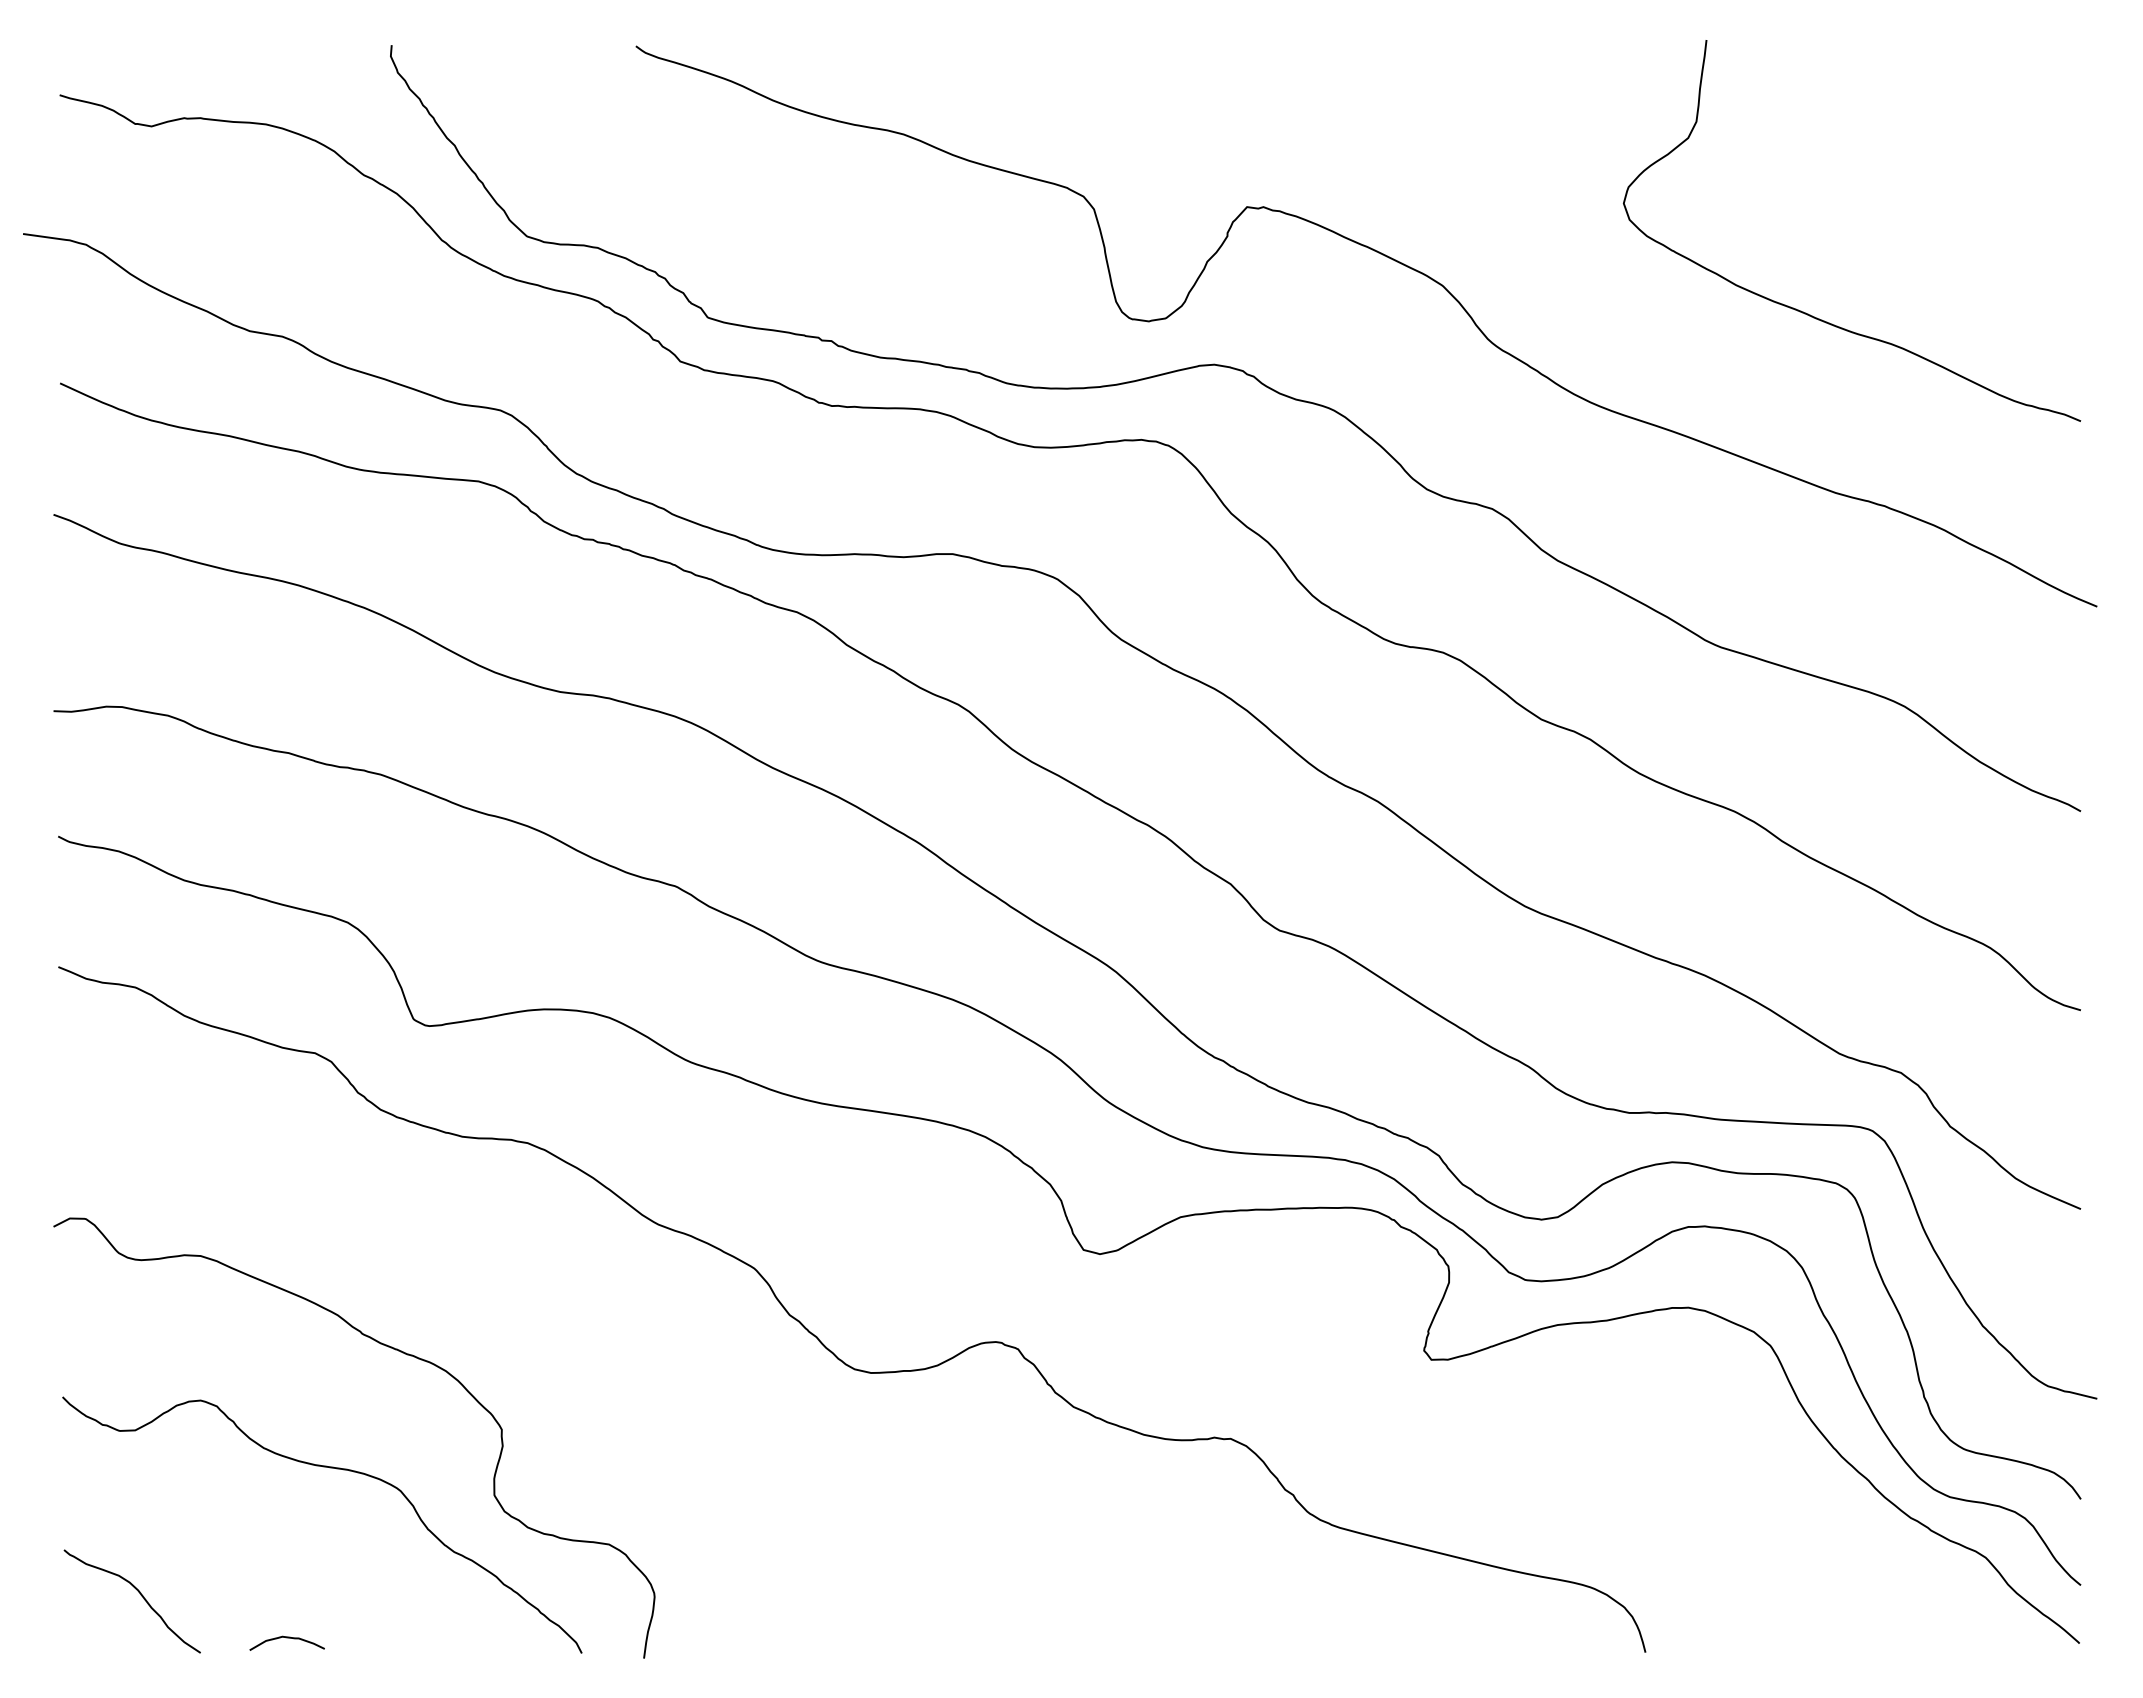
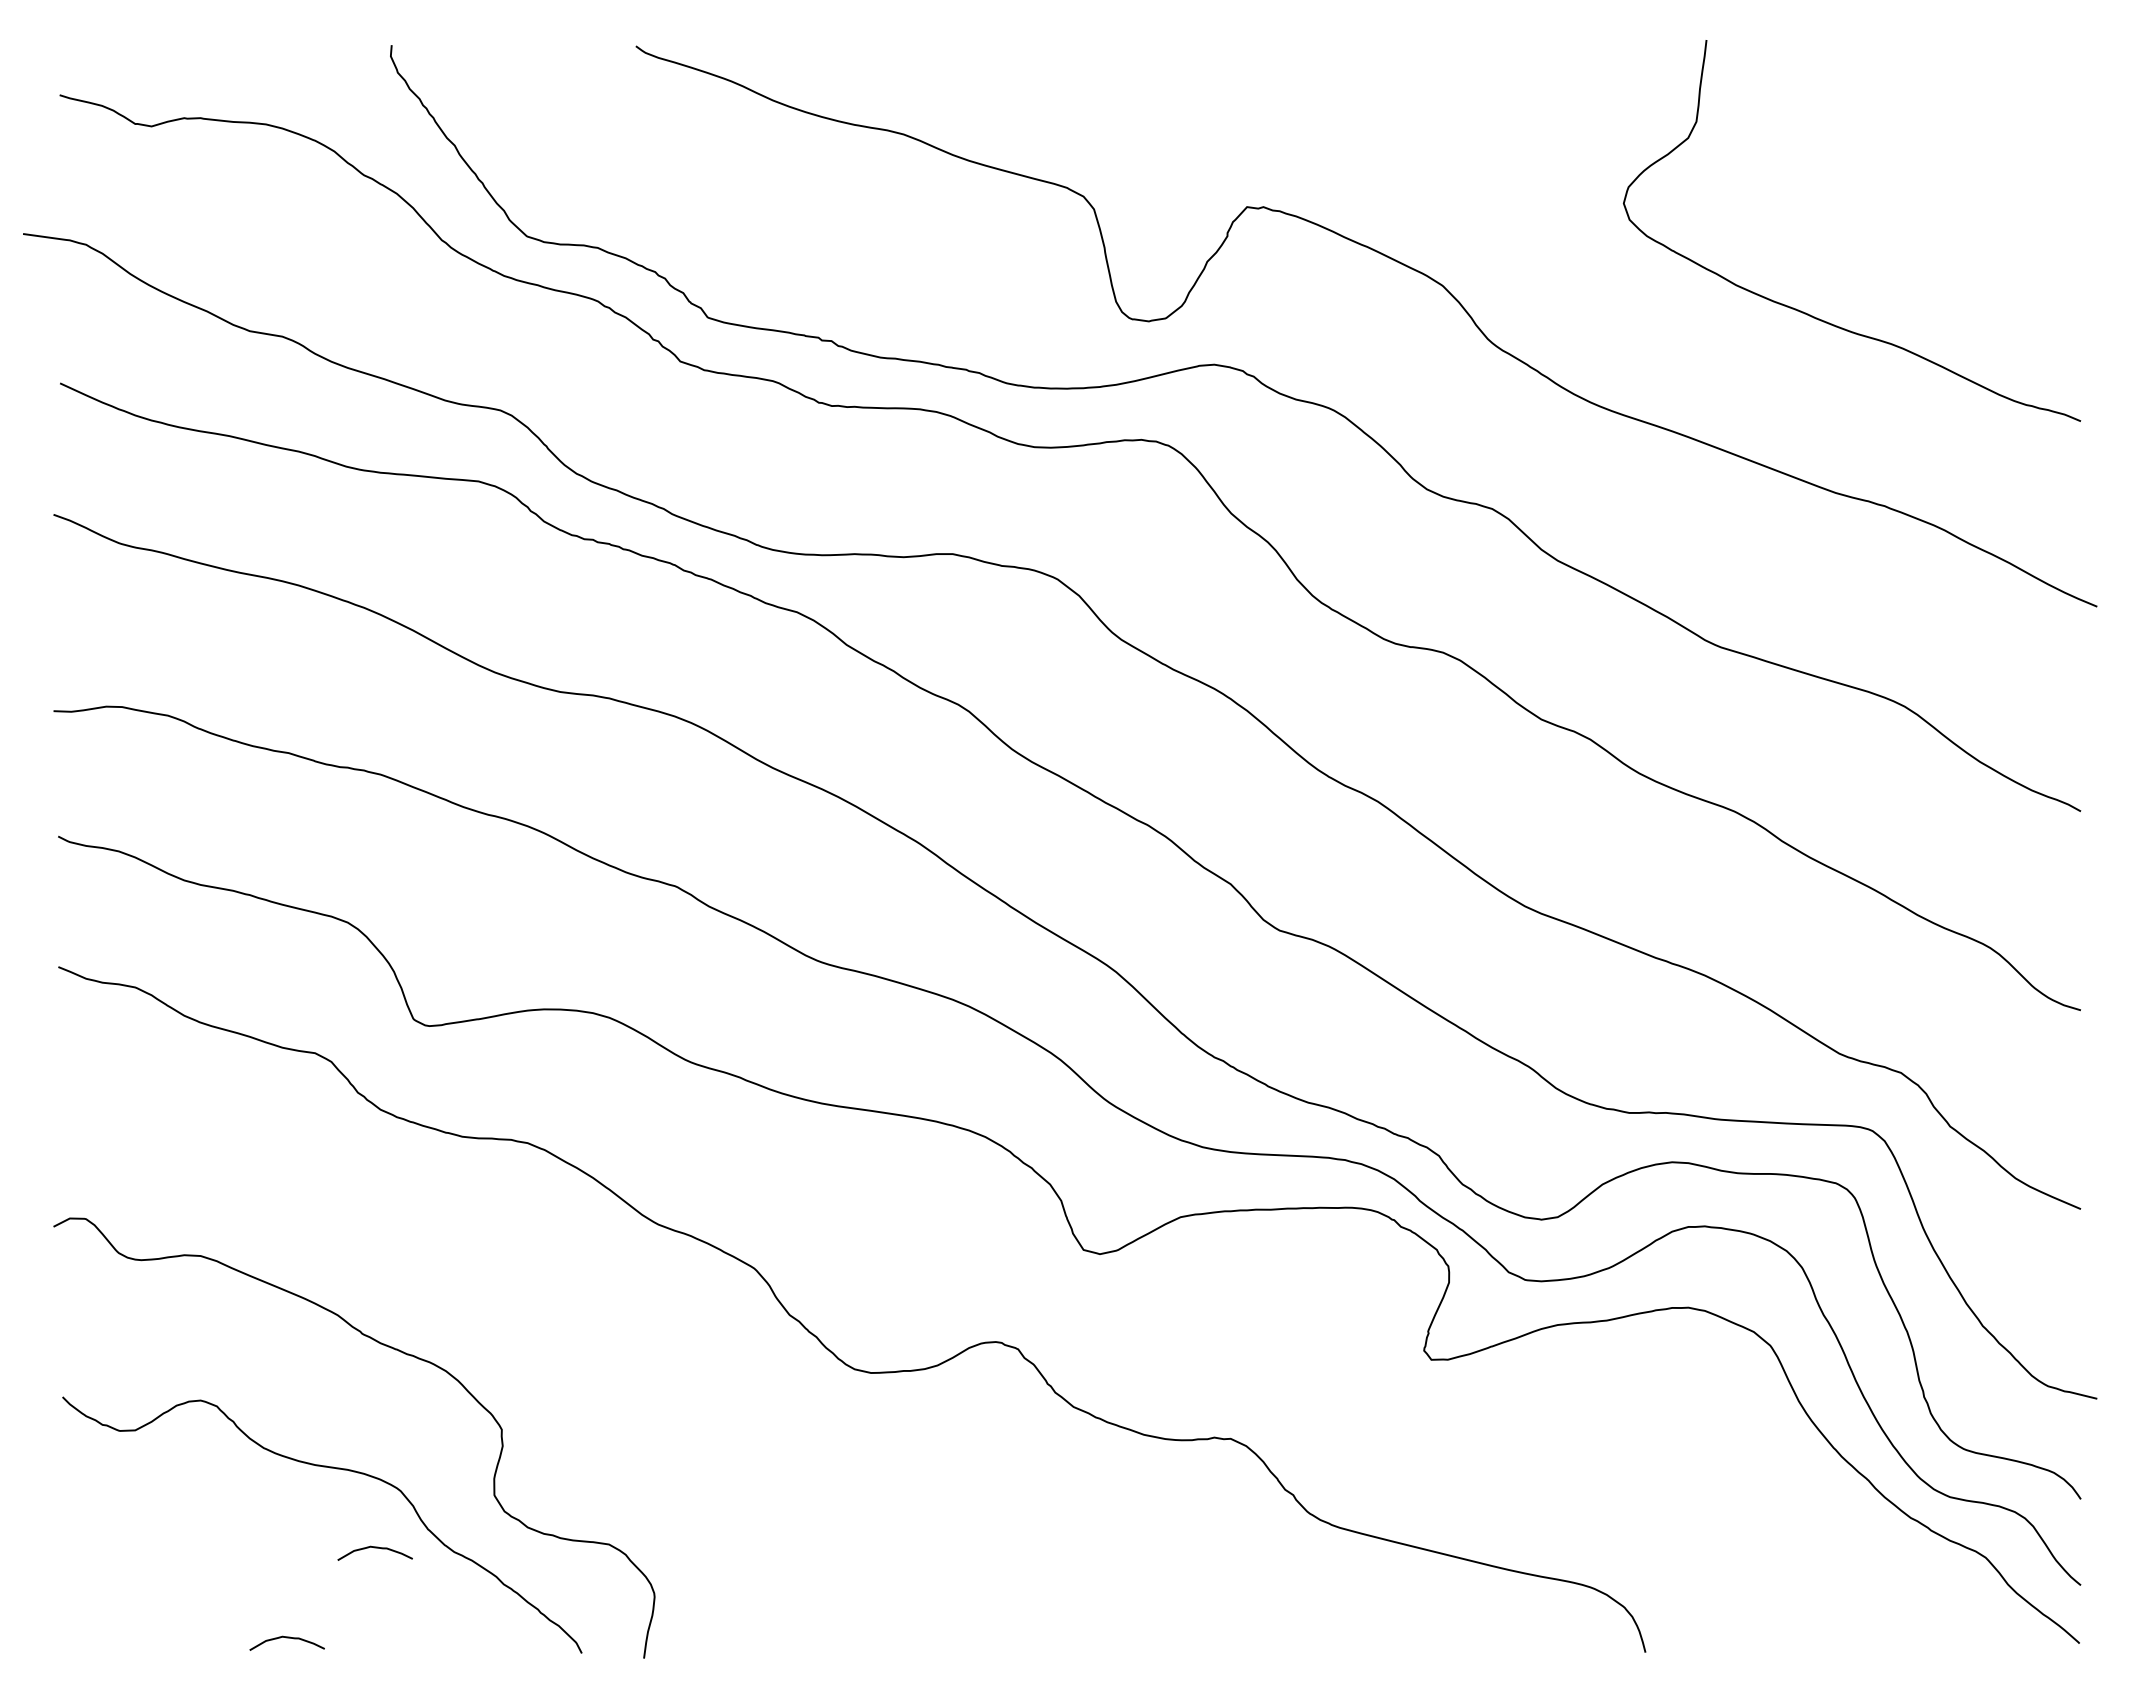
curve at (374, 1548): none -> present
curve at (140, 1595): present -> none
